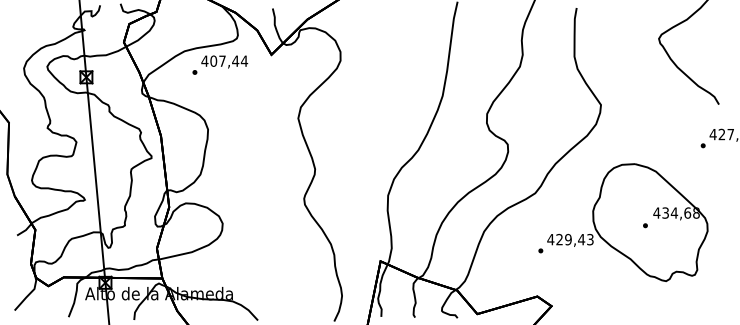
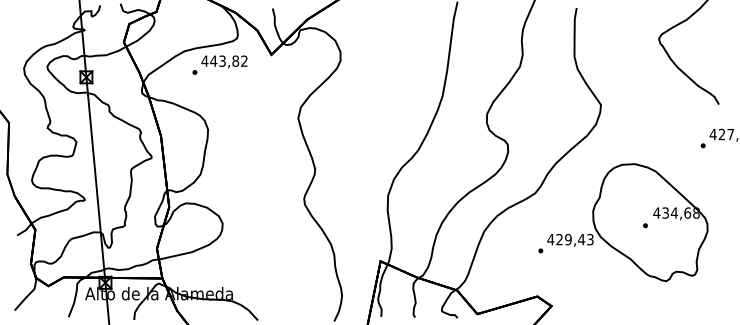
text at (229, 60): 407,44 -> 443,82
